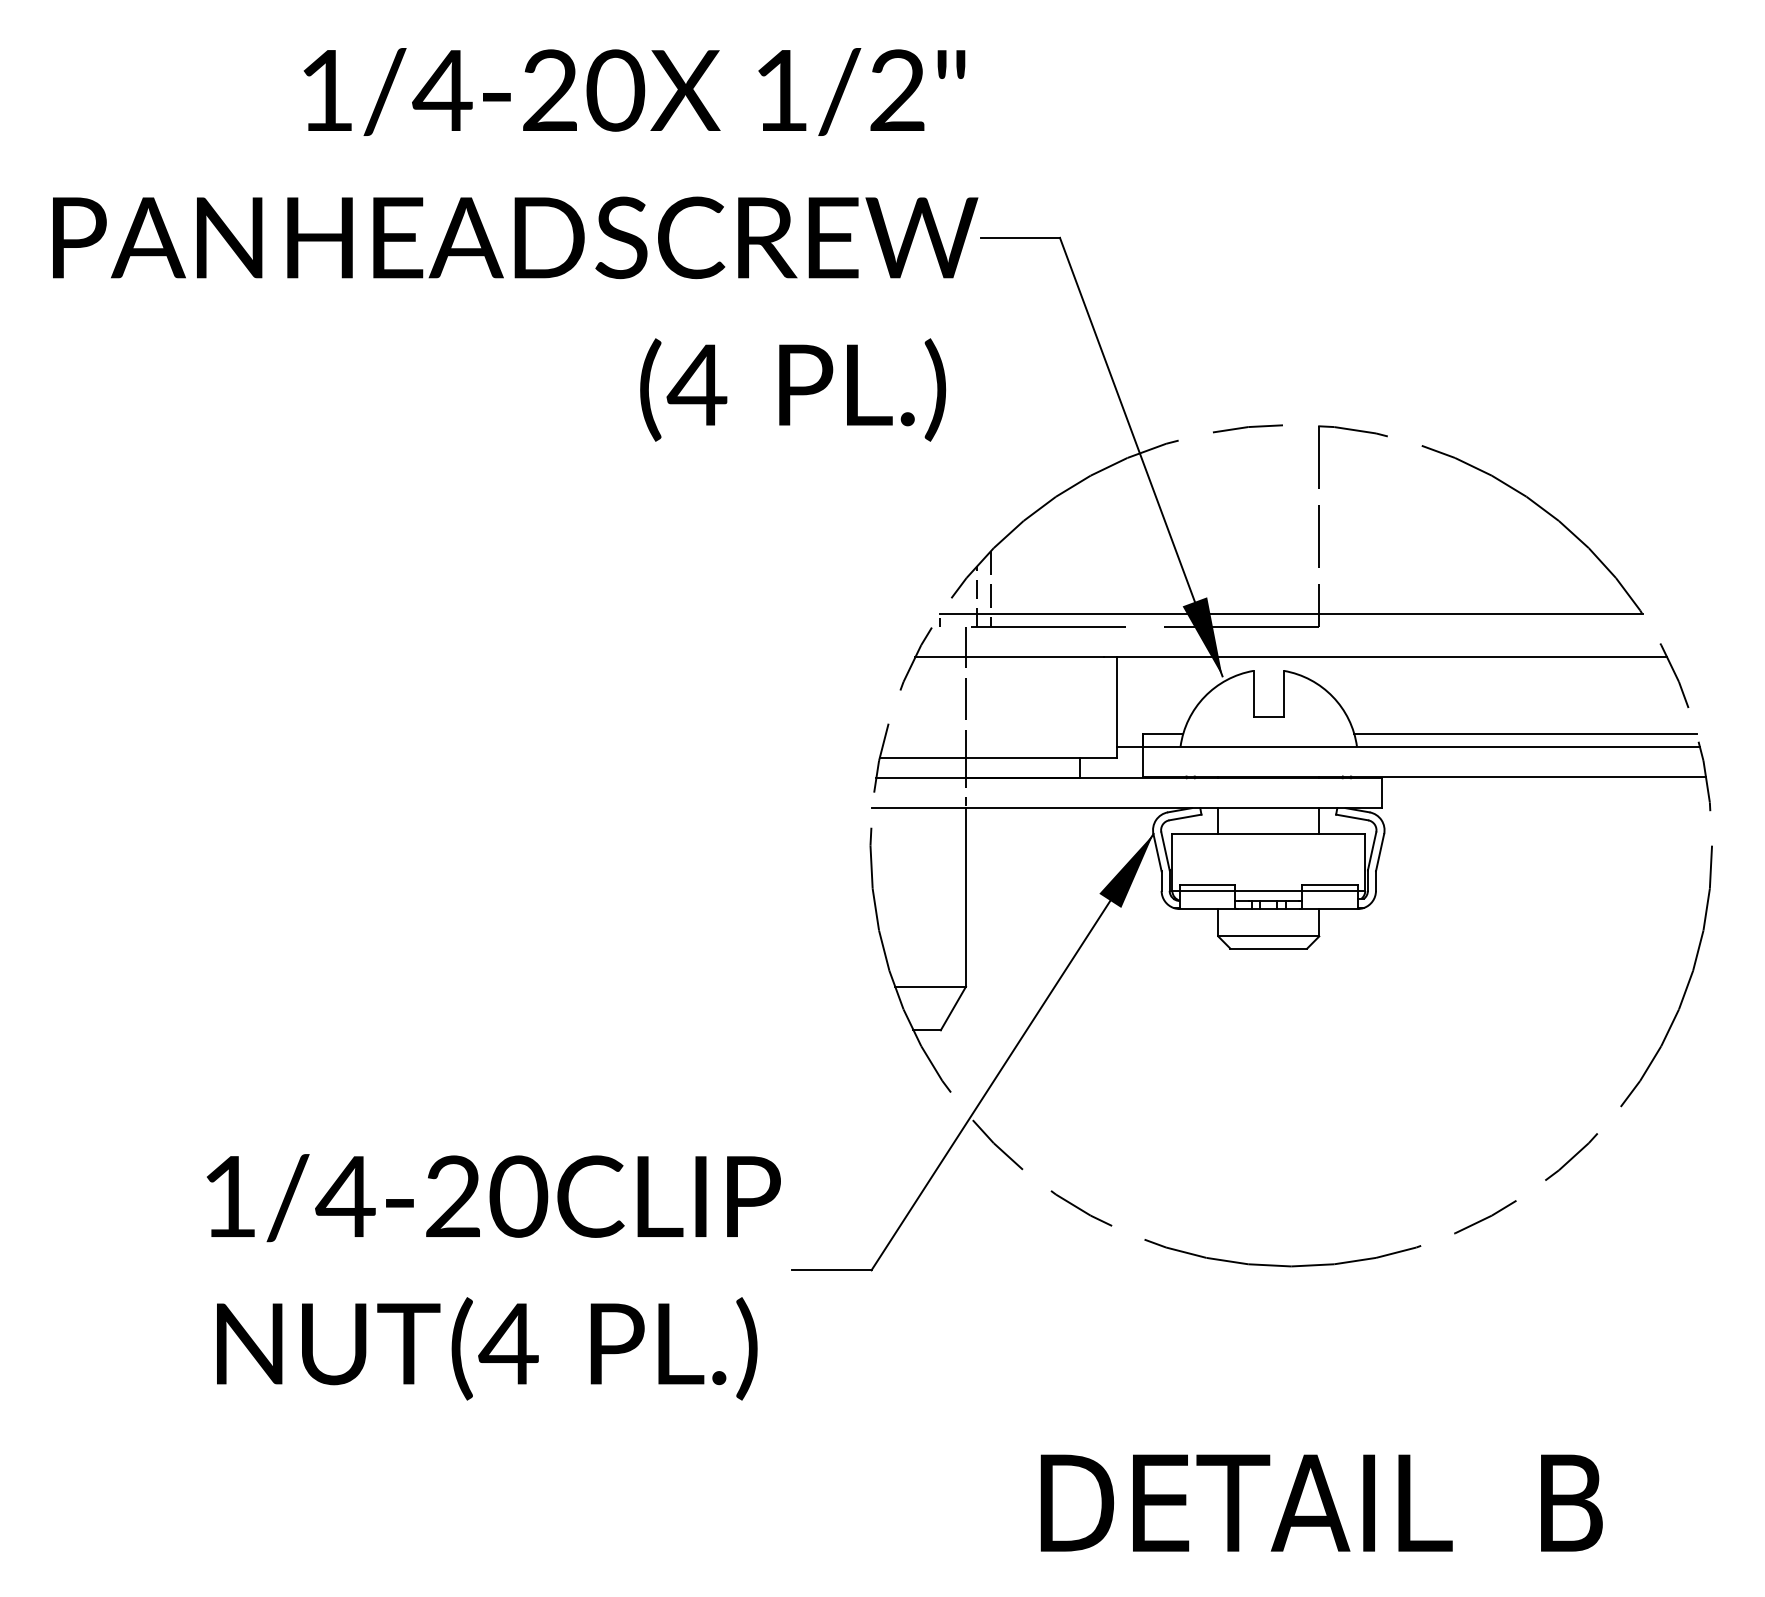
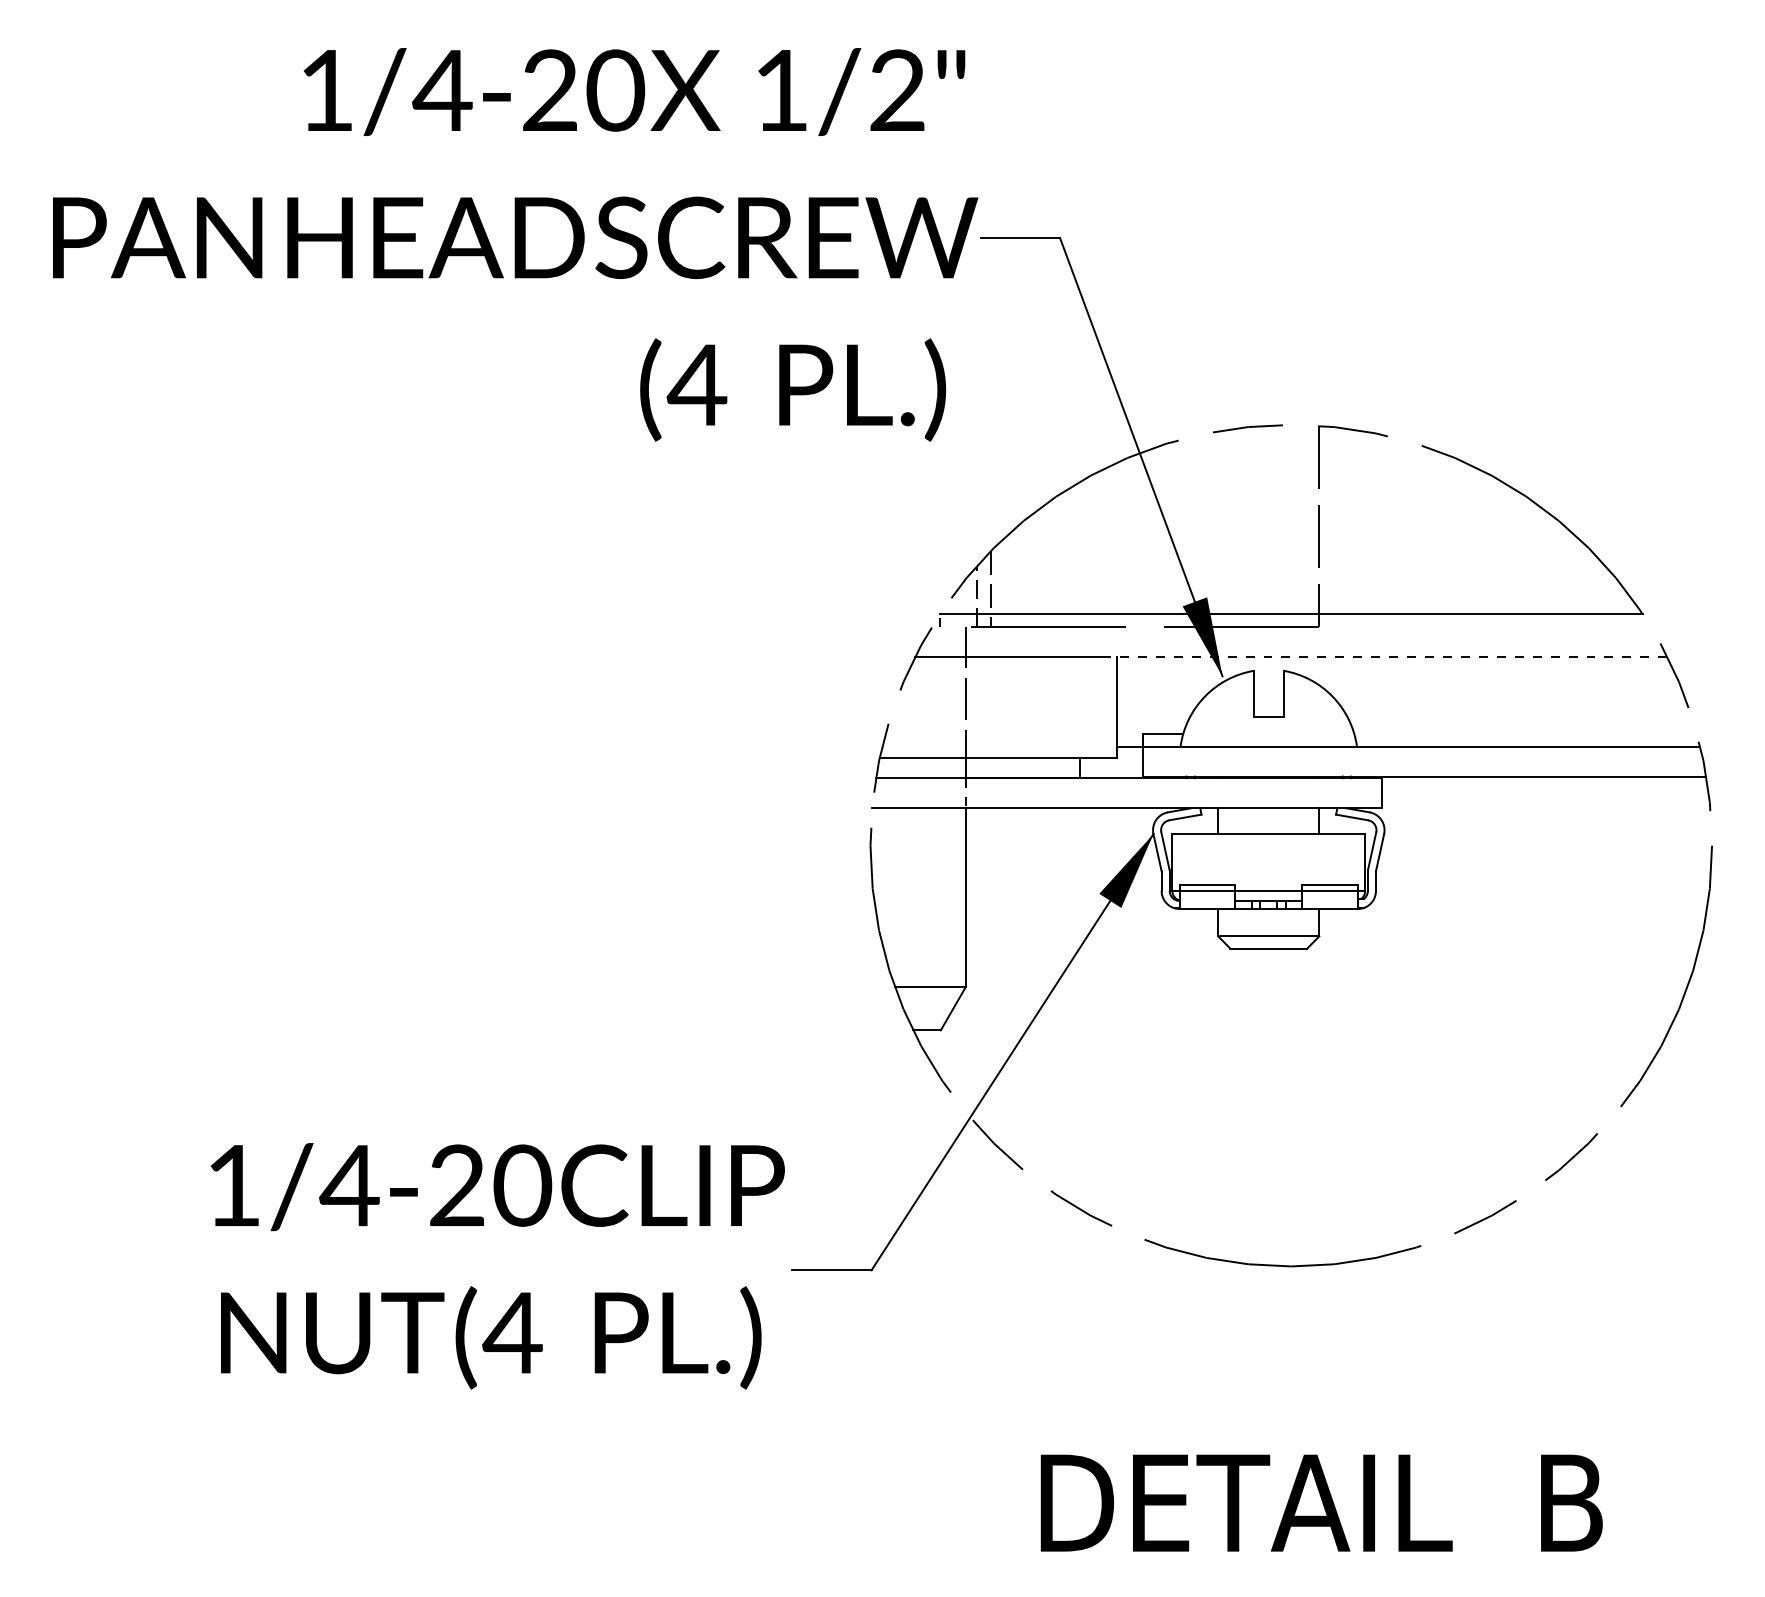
line at (1385, 656): solid -> dashed
line at (1525, 734): present -> none
text at (493, 1277) position: (493, 1277) -> (497, 1266)
